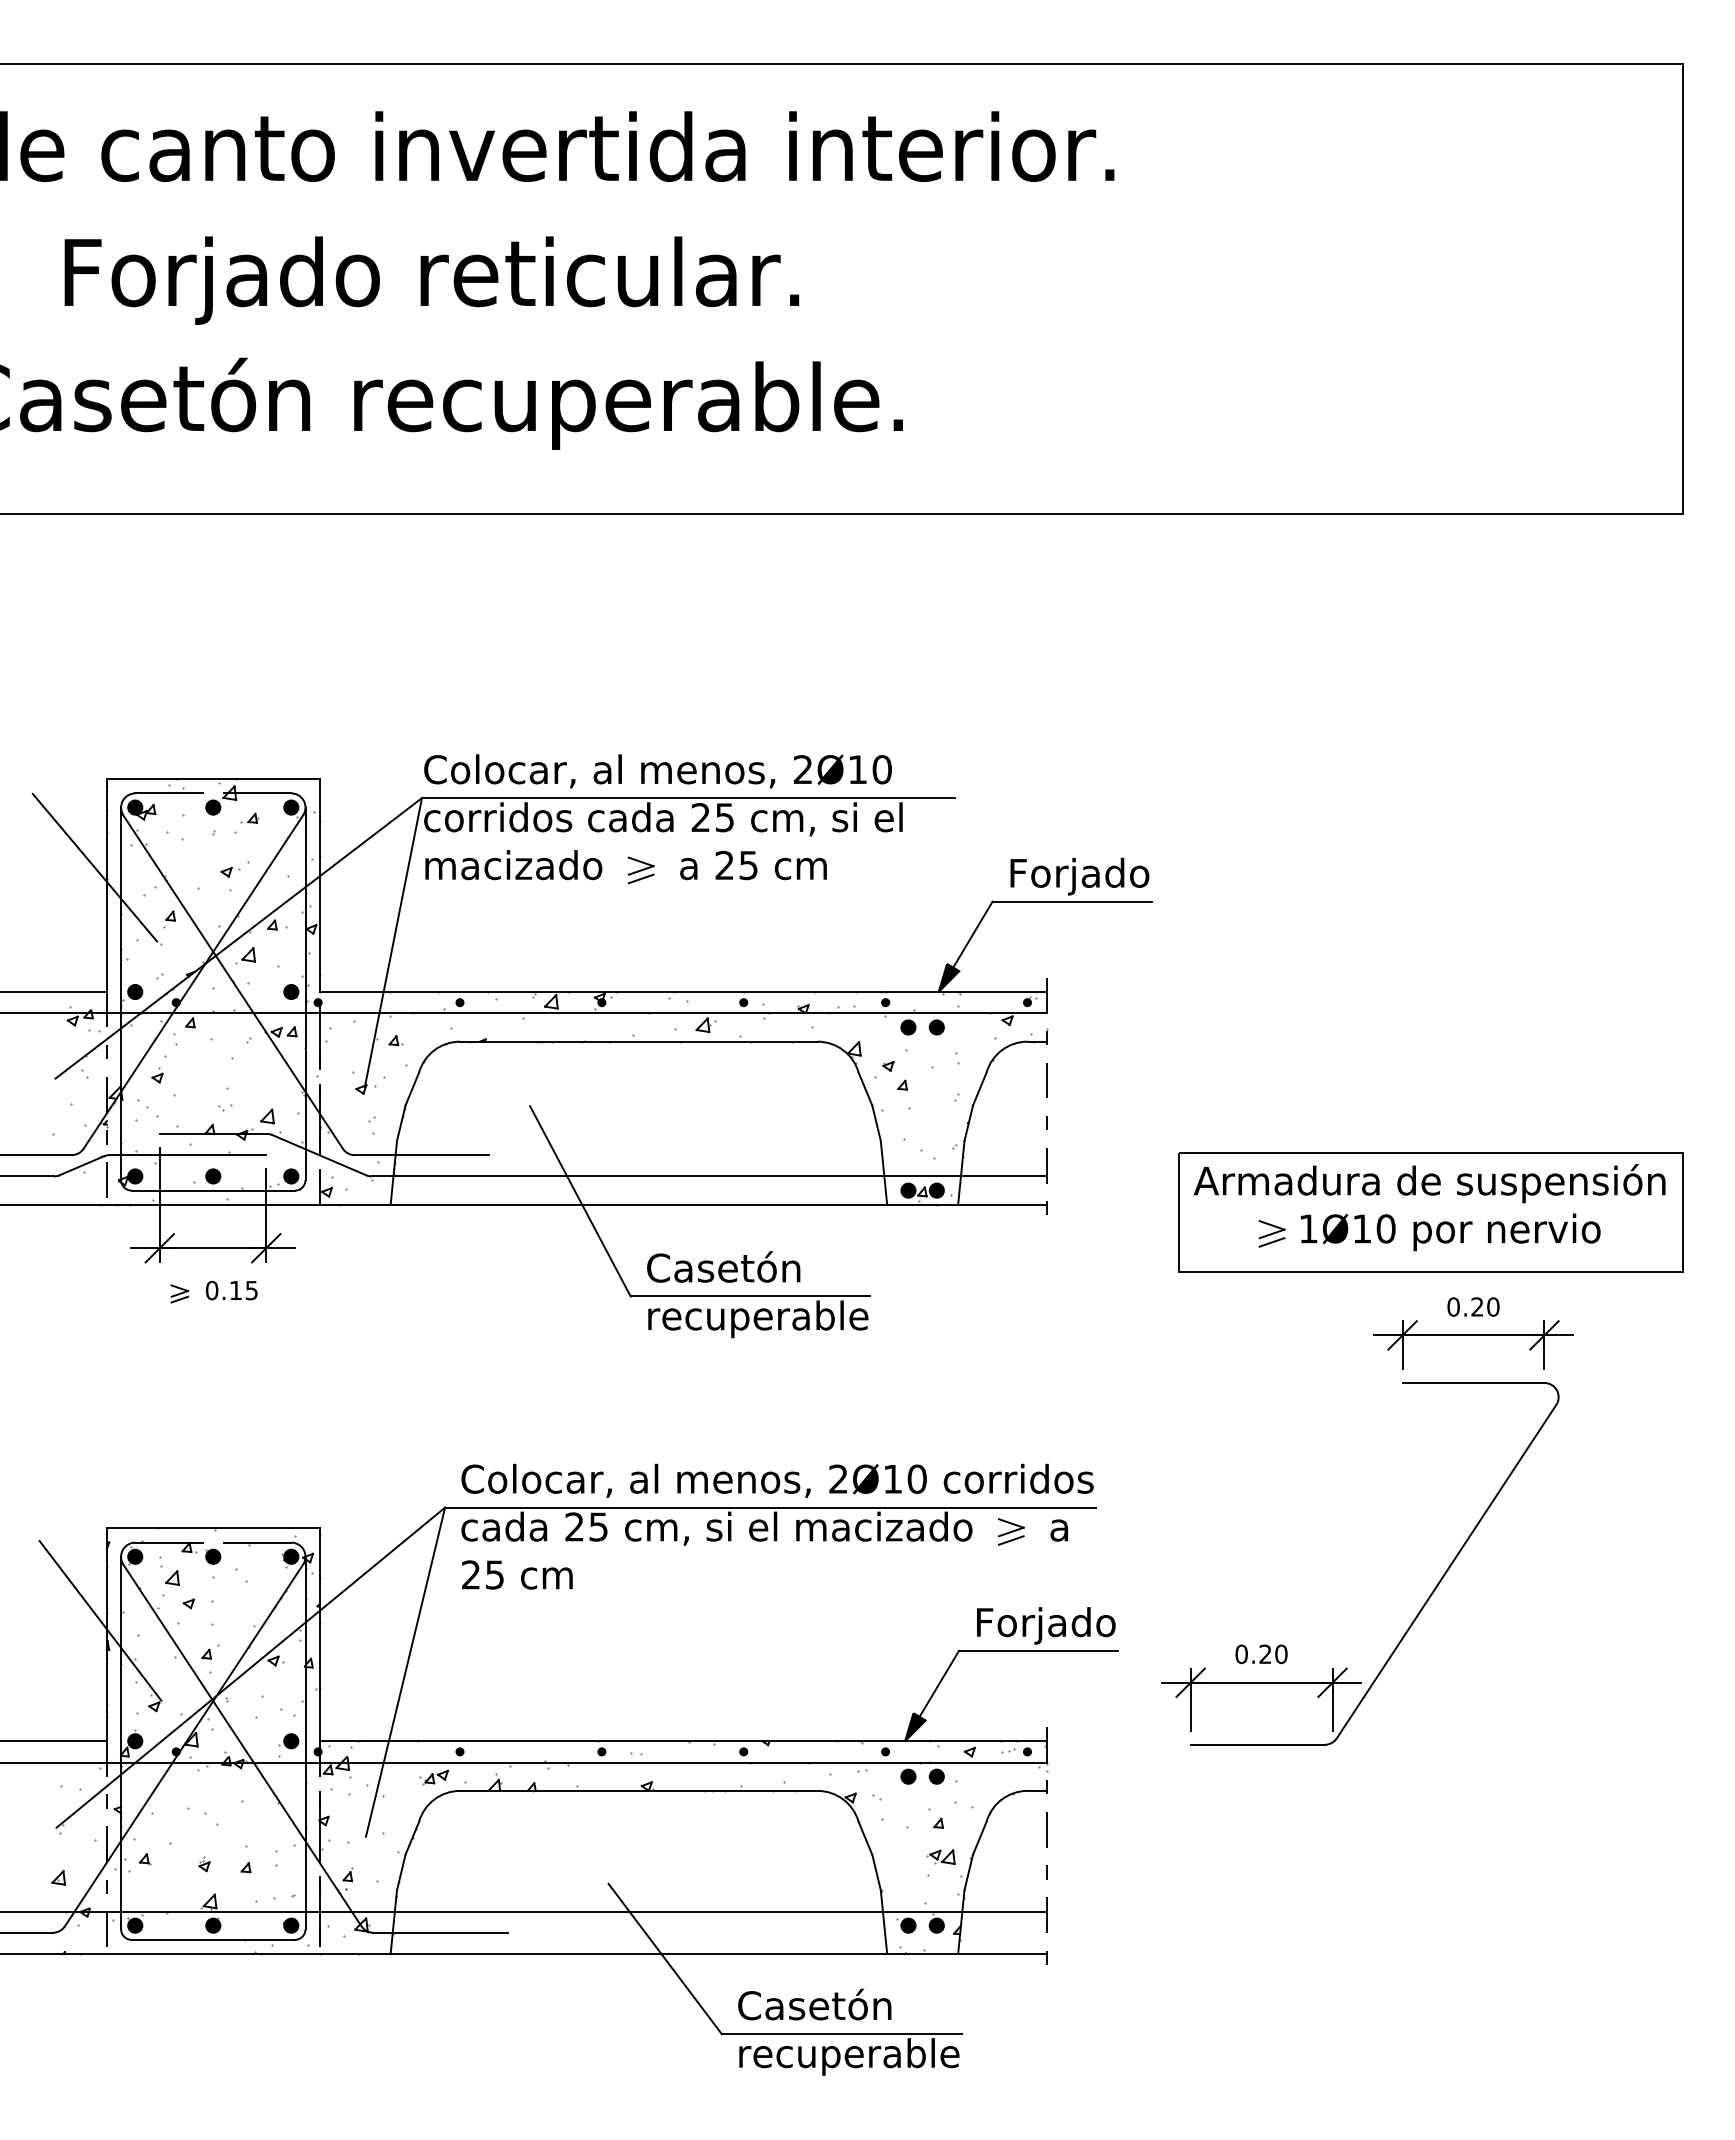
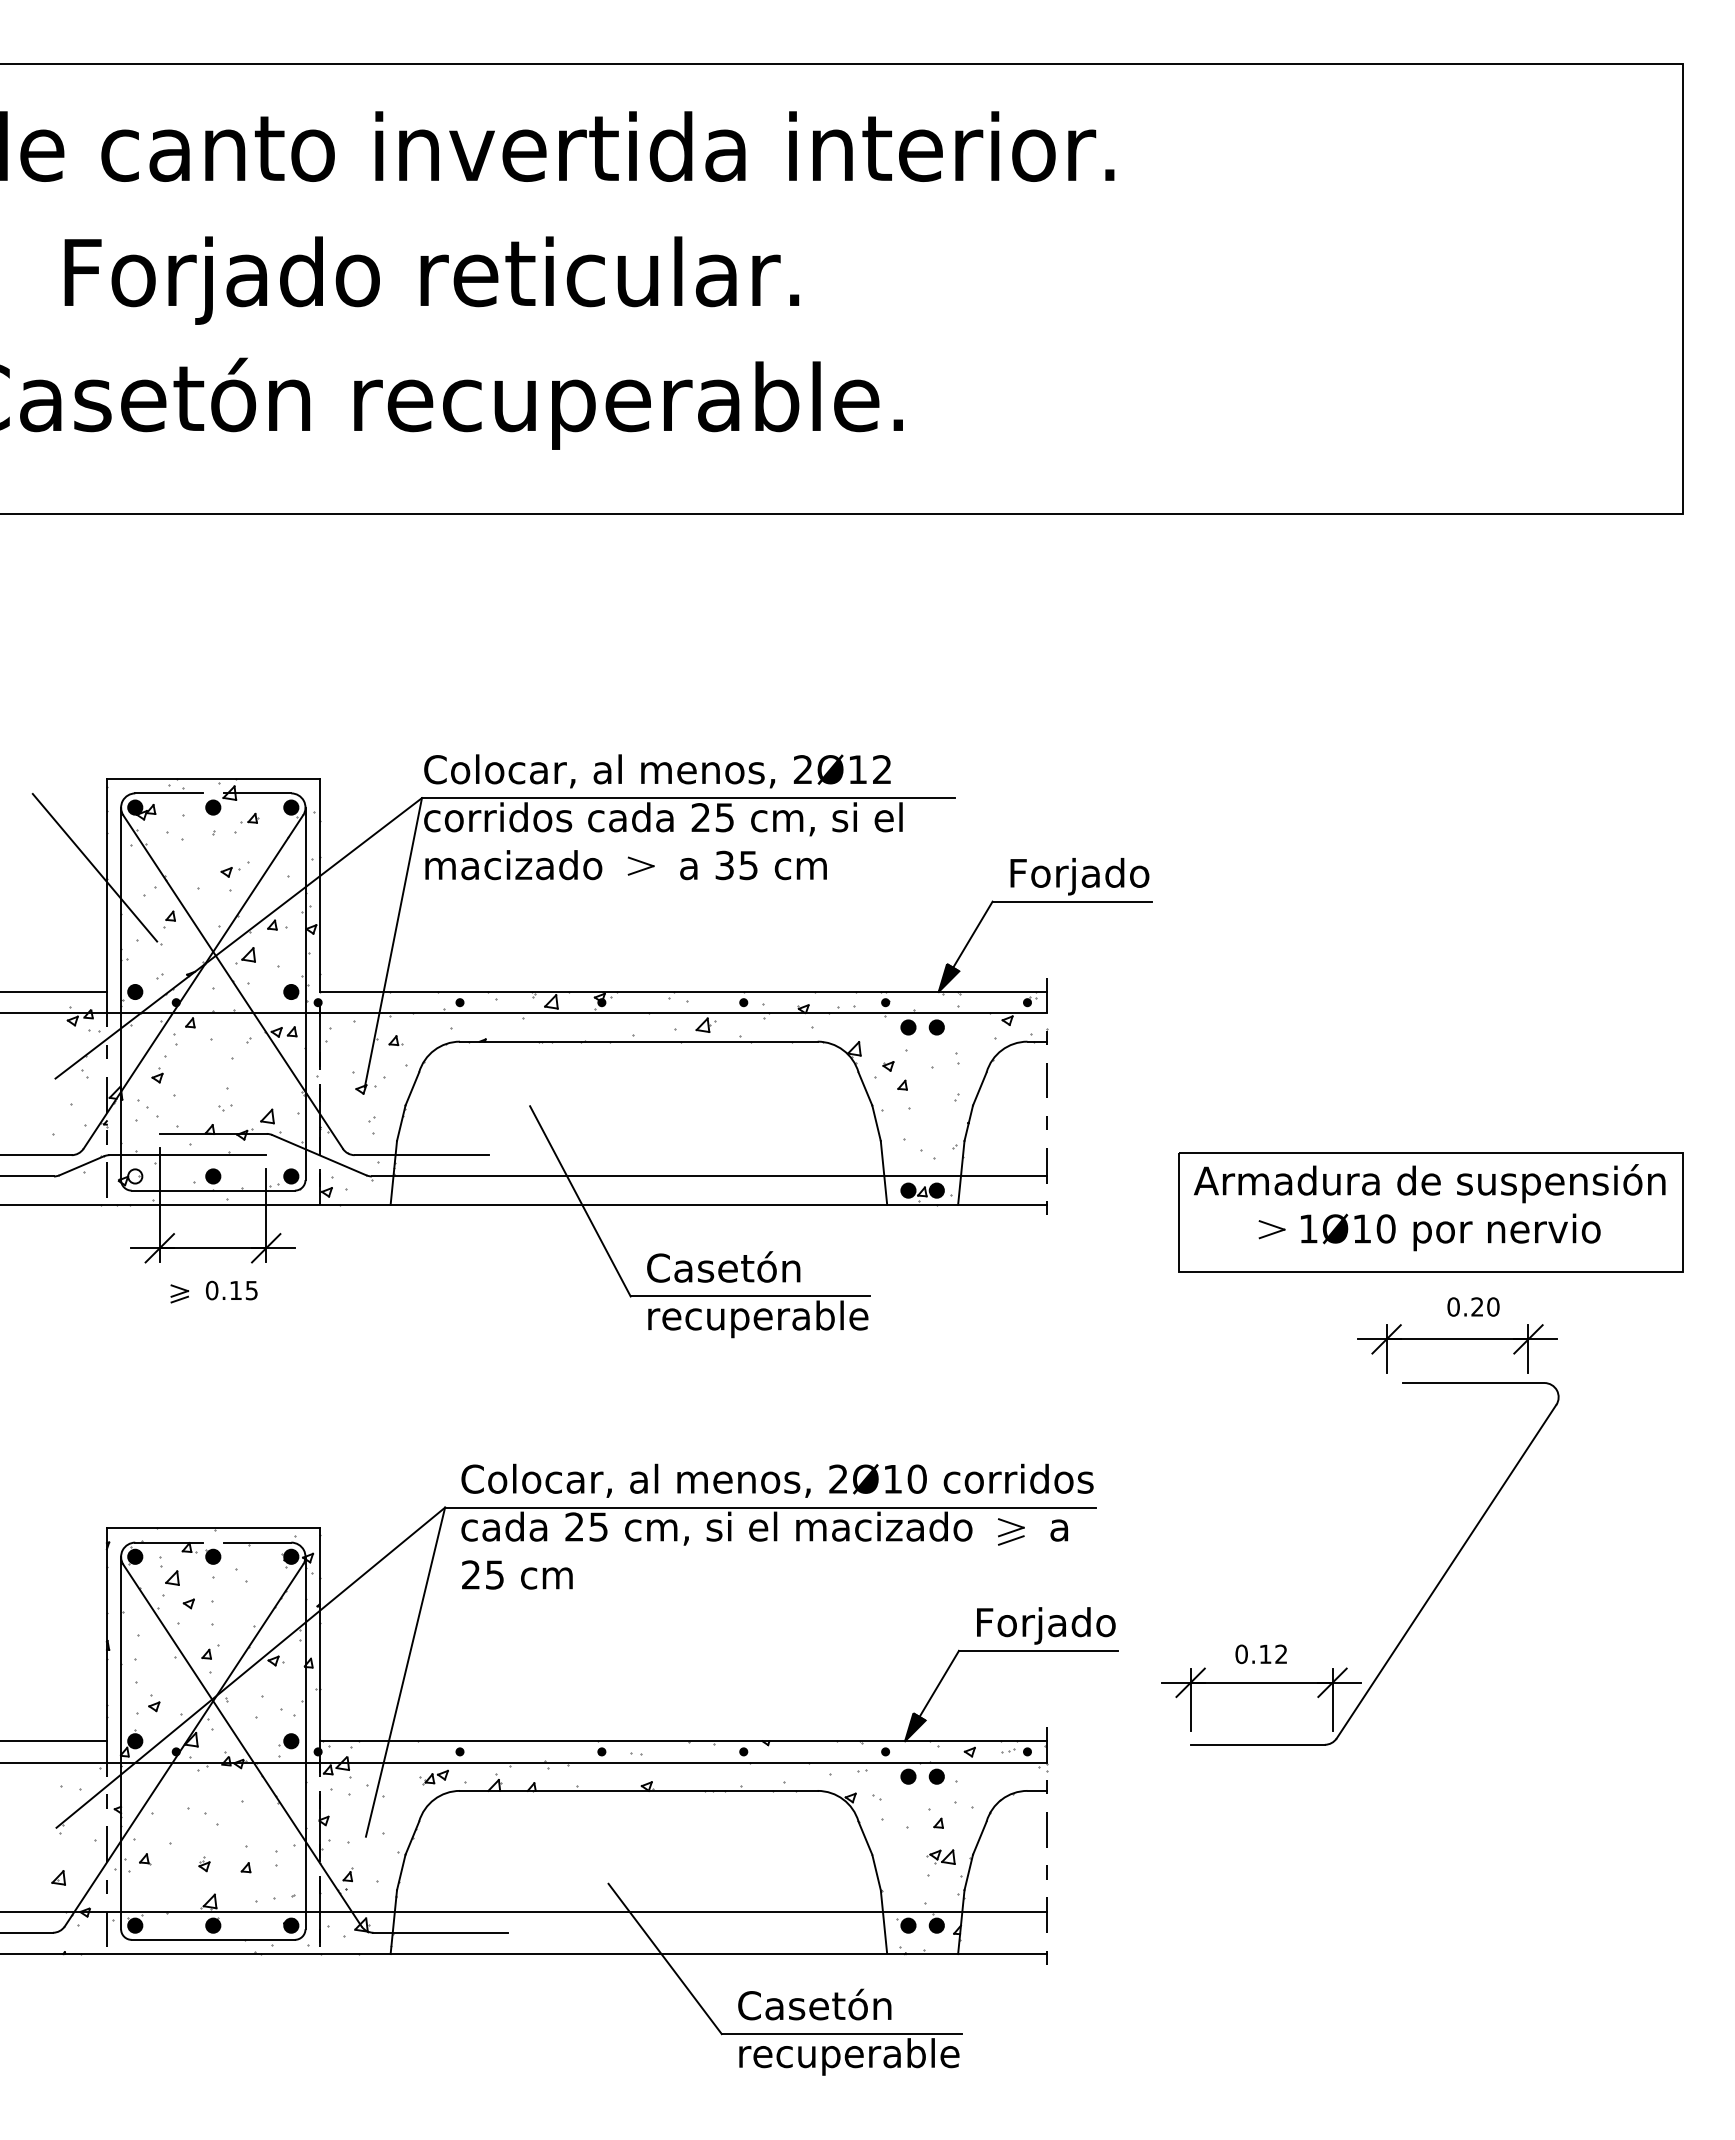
text at (881, 769): 2Ø10 -> 2Ø12
text at (724, 865): 25 -> 35
line at (640, 878): present -> none
fill at (135, 1176): present -> none
line at (1271, 1242): present -> none
part at (1473, 1335) position: (1473, 1335) -> (1457, 1339)
line at (100, 1620): present -> none
text at (1273, 1654): 0.20 -> 0.12
